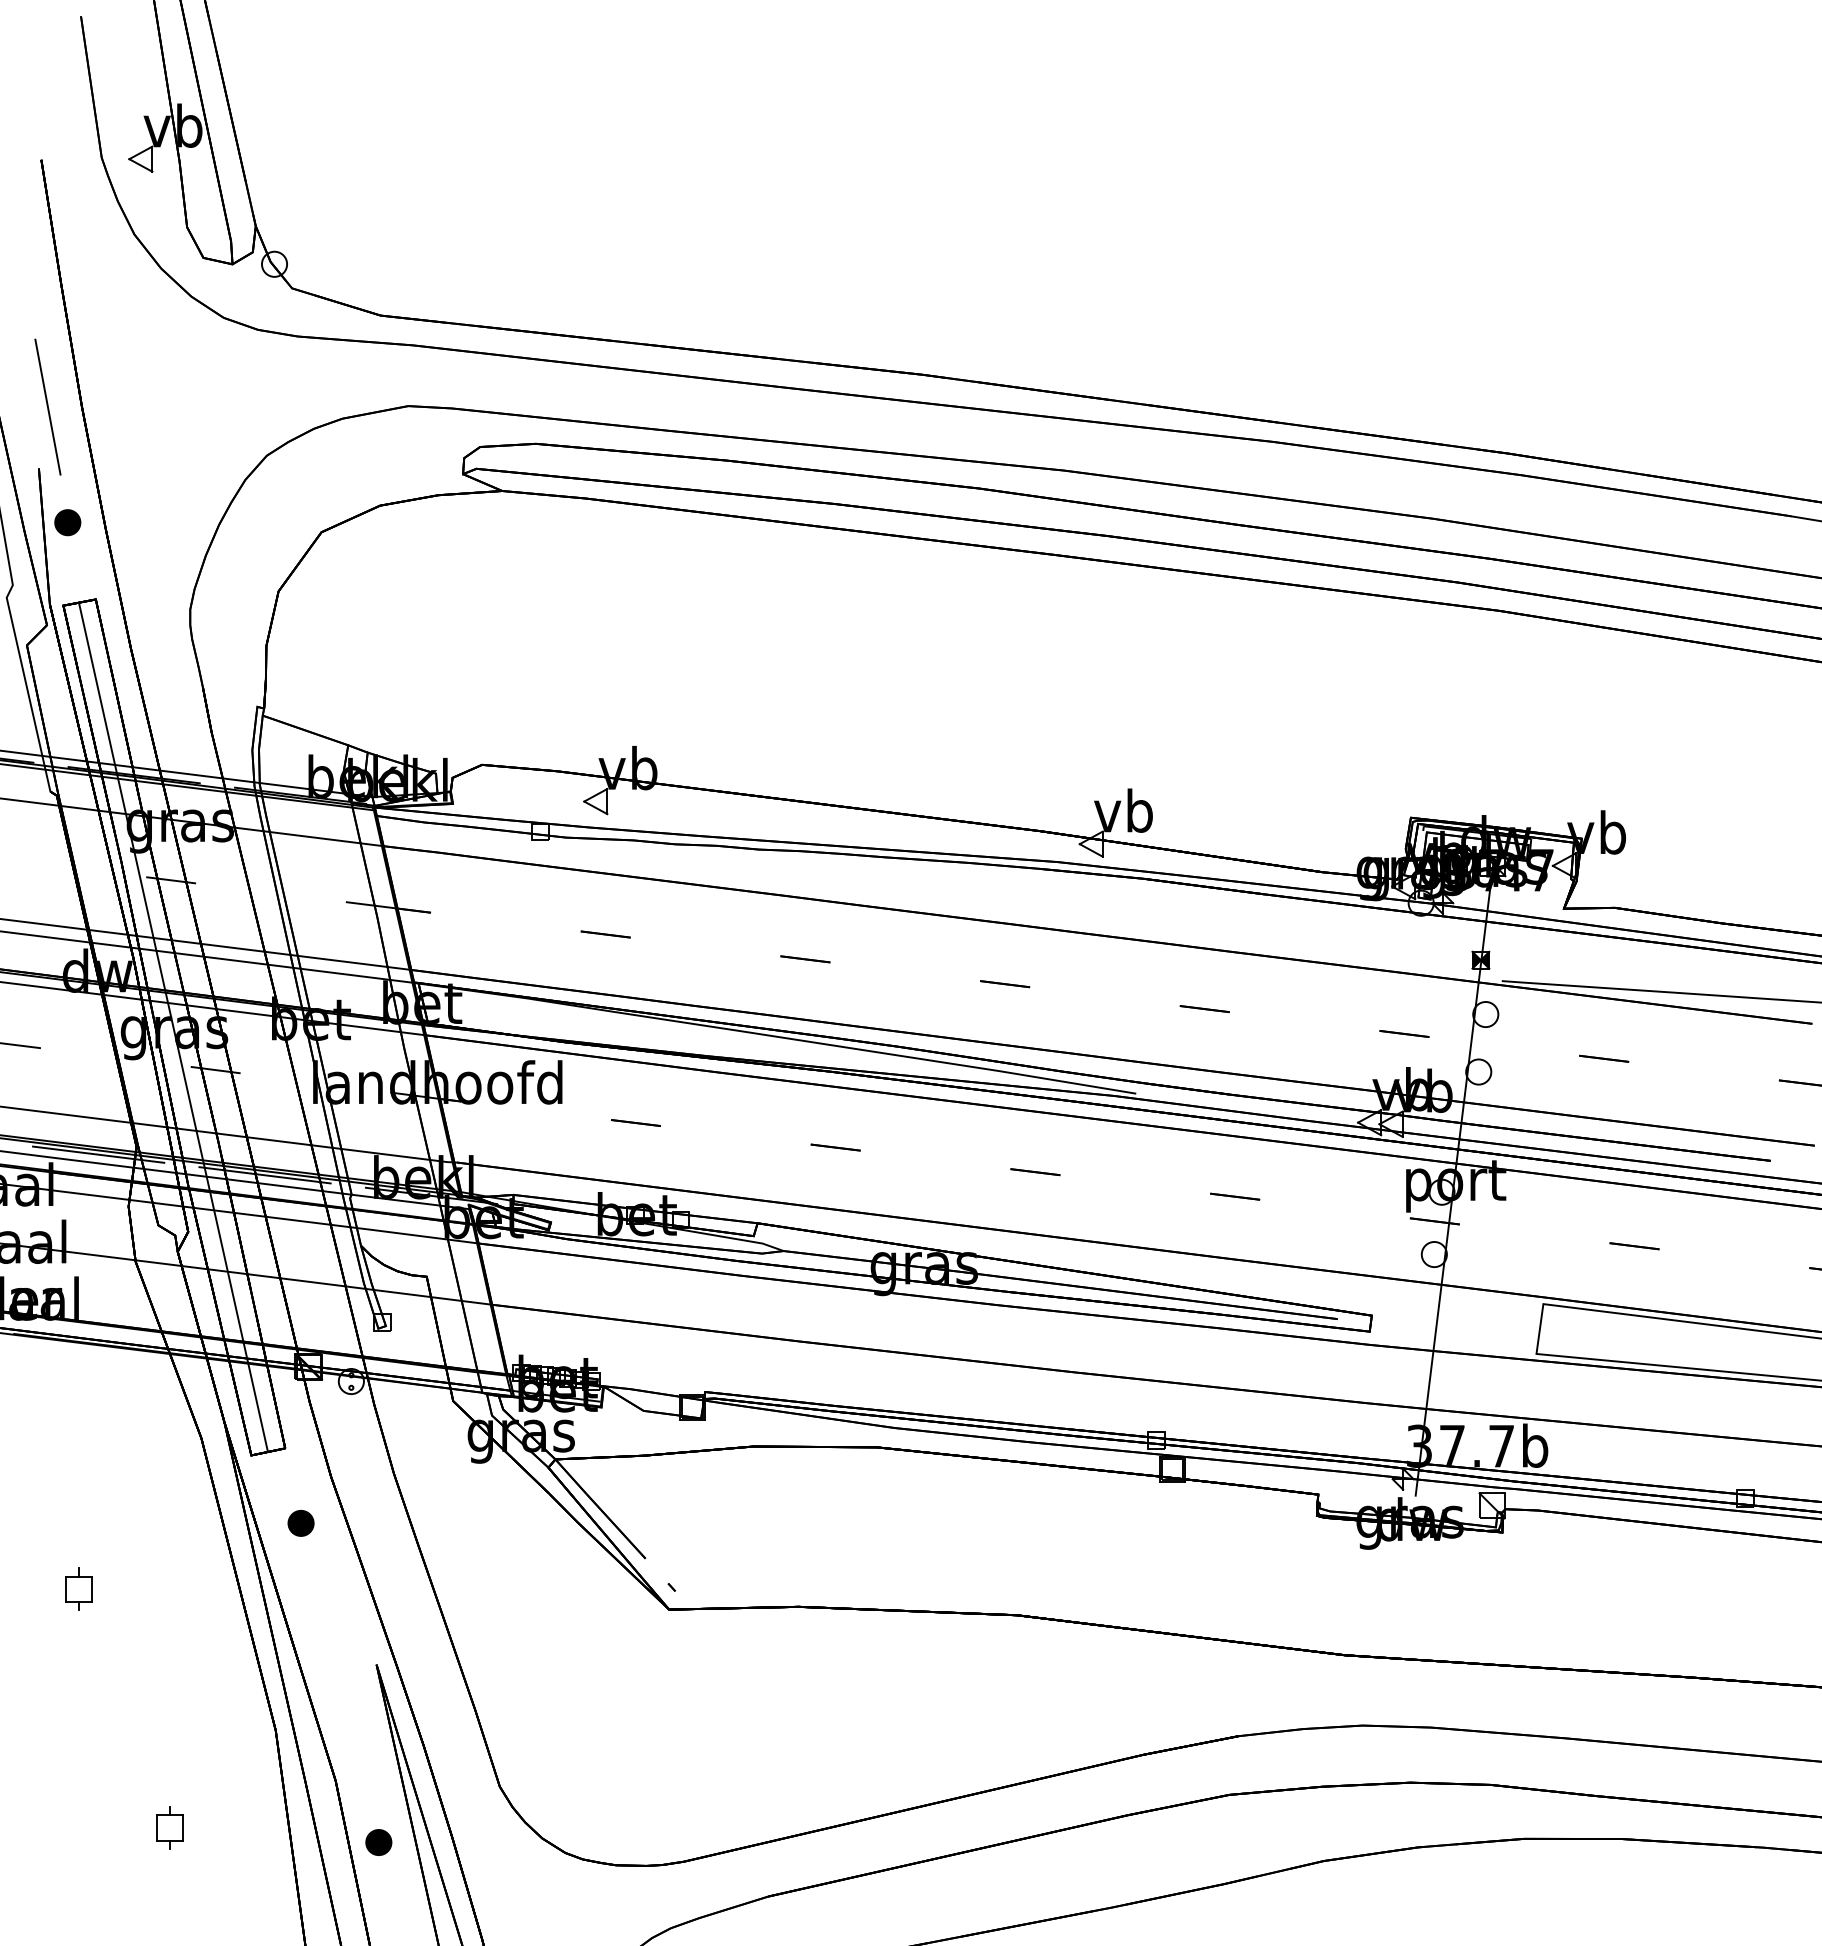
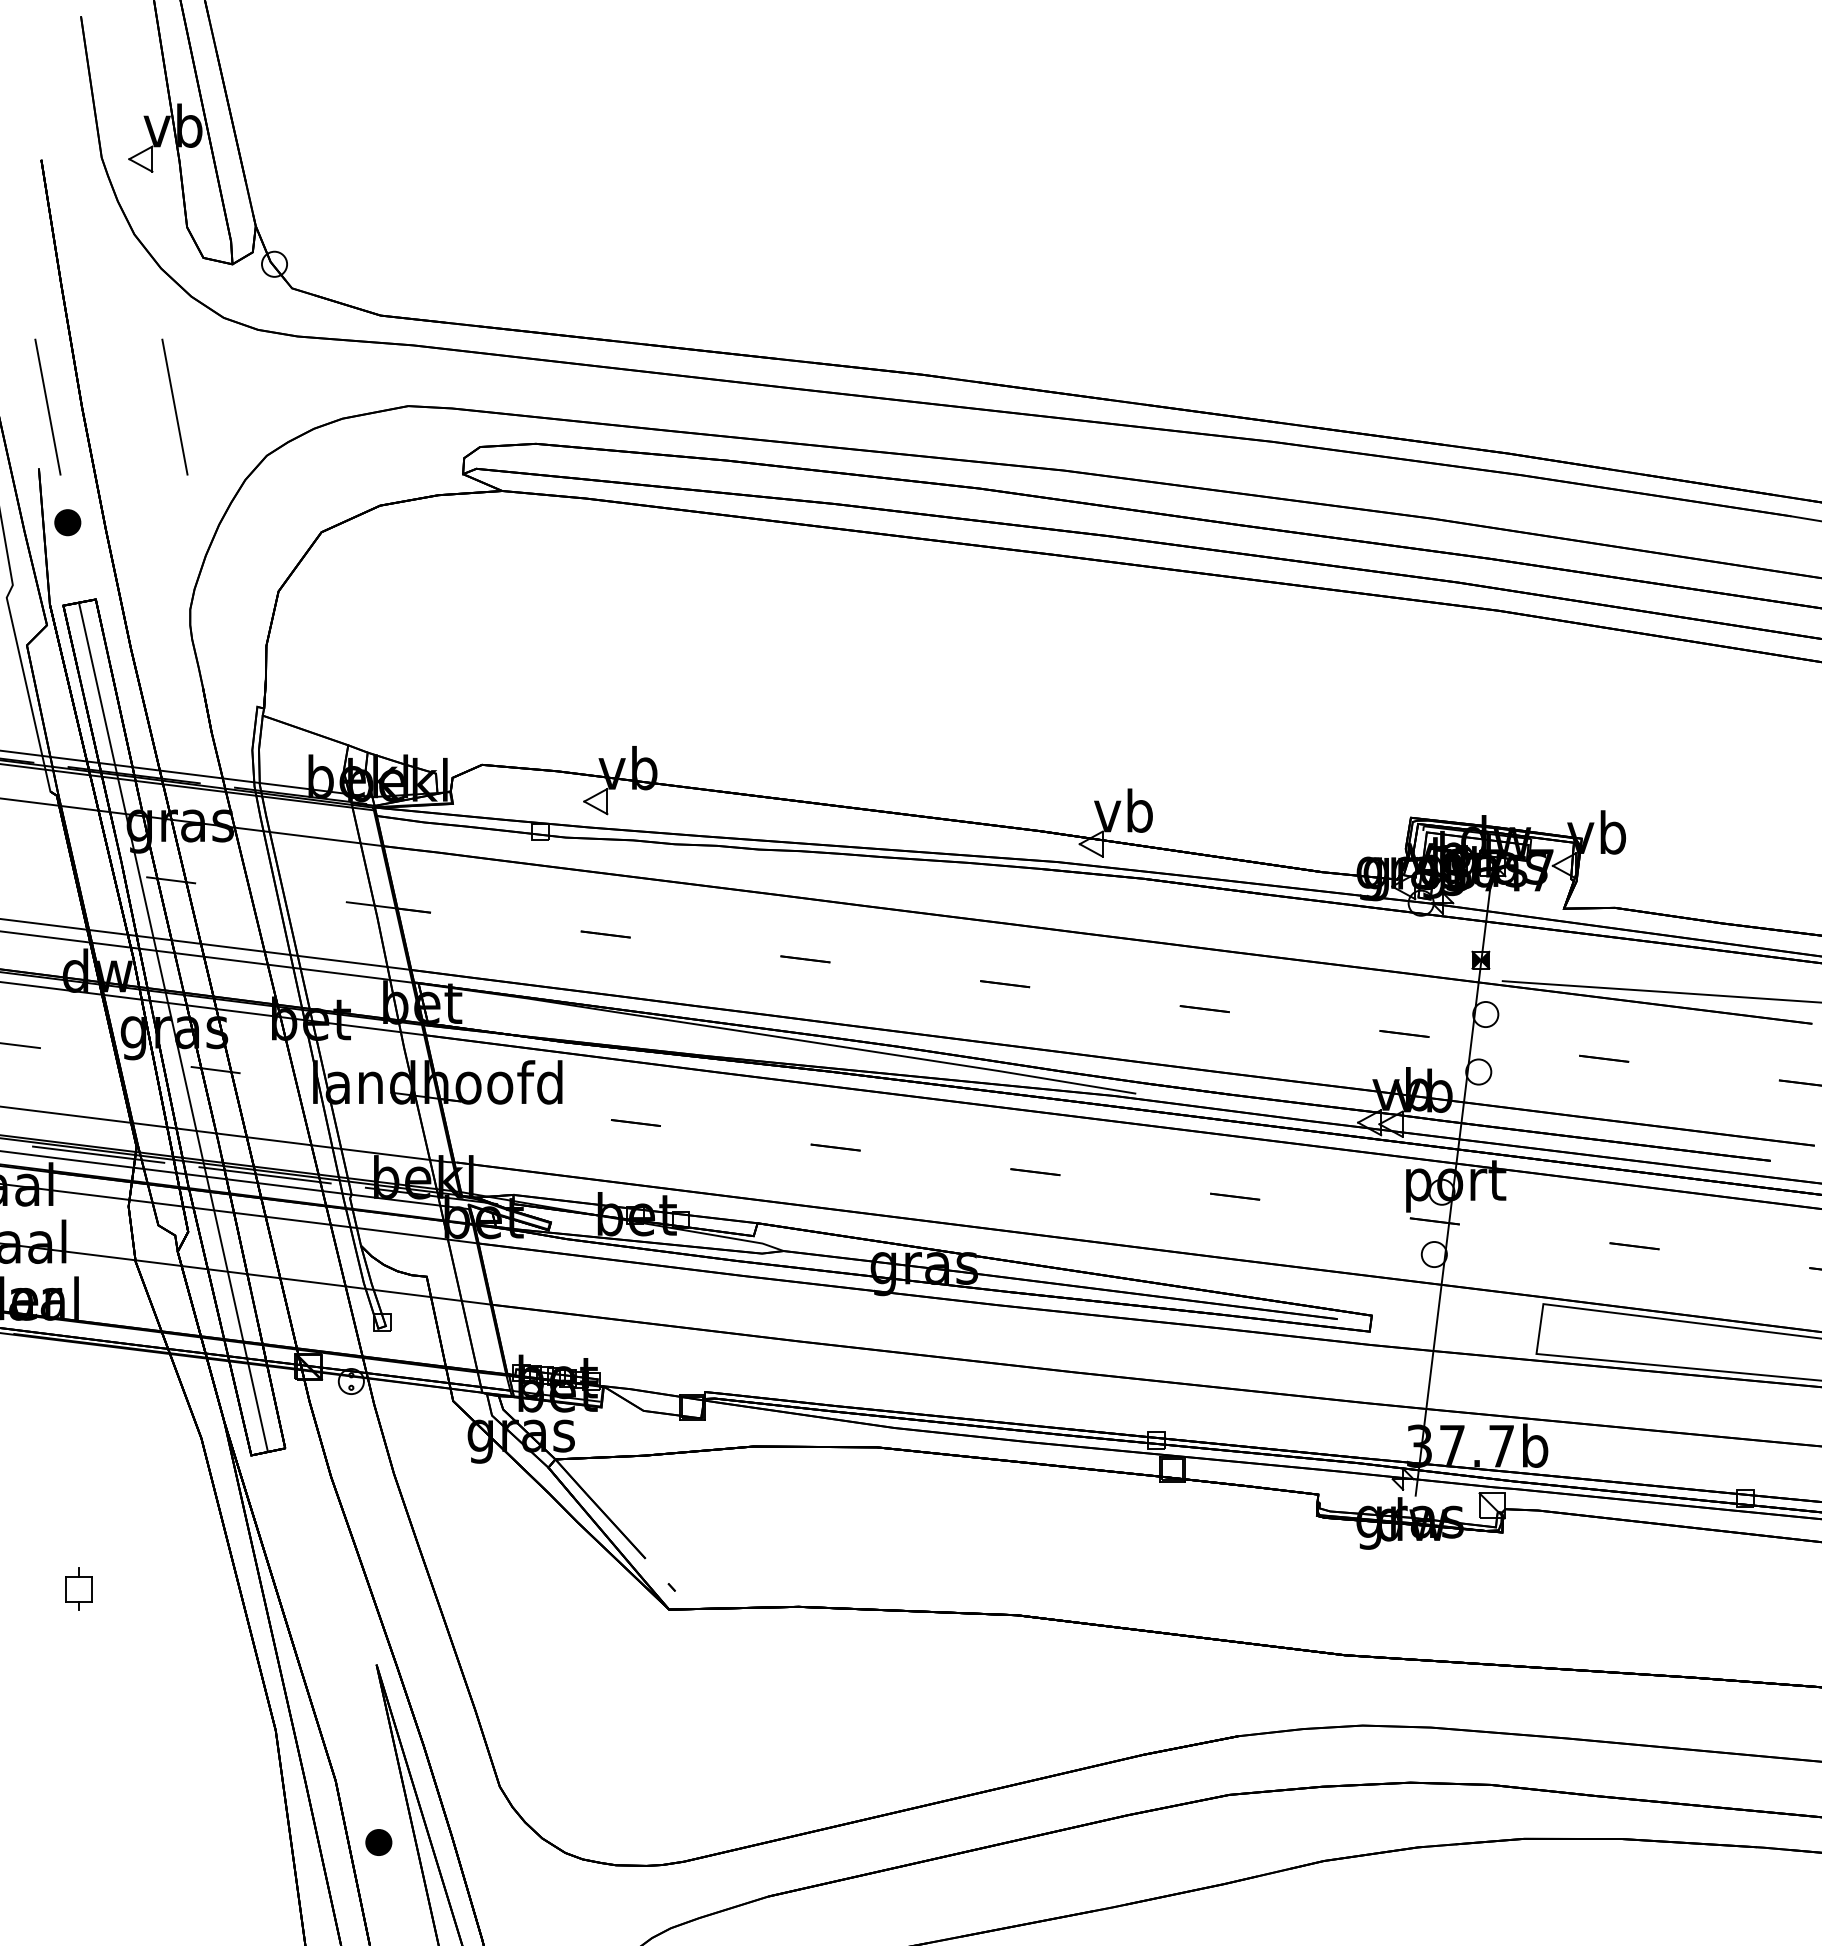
line at (174, 406): none -> present
part at (300, 1523): present -> none
part at (169, 1827): present -> none
